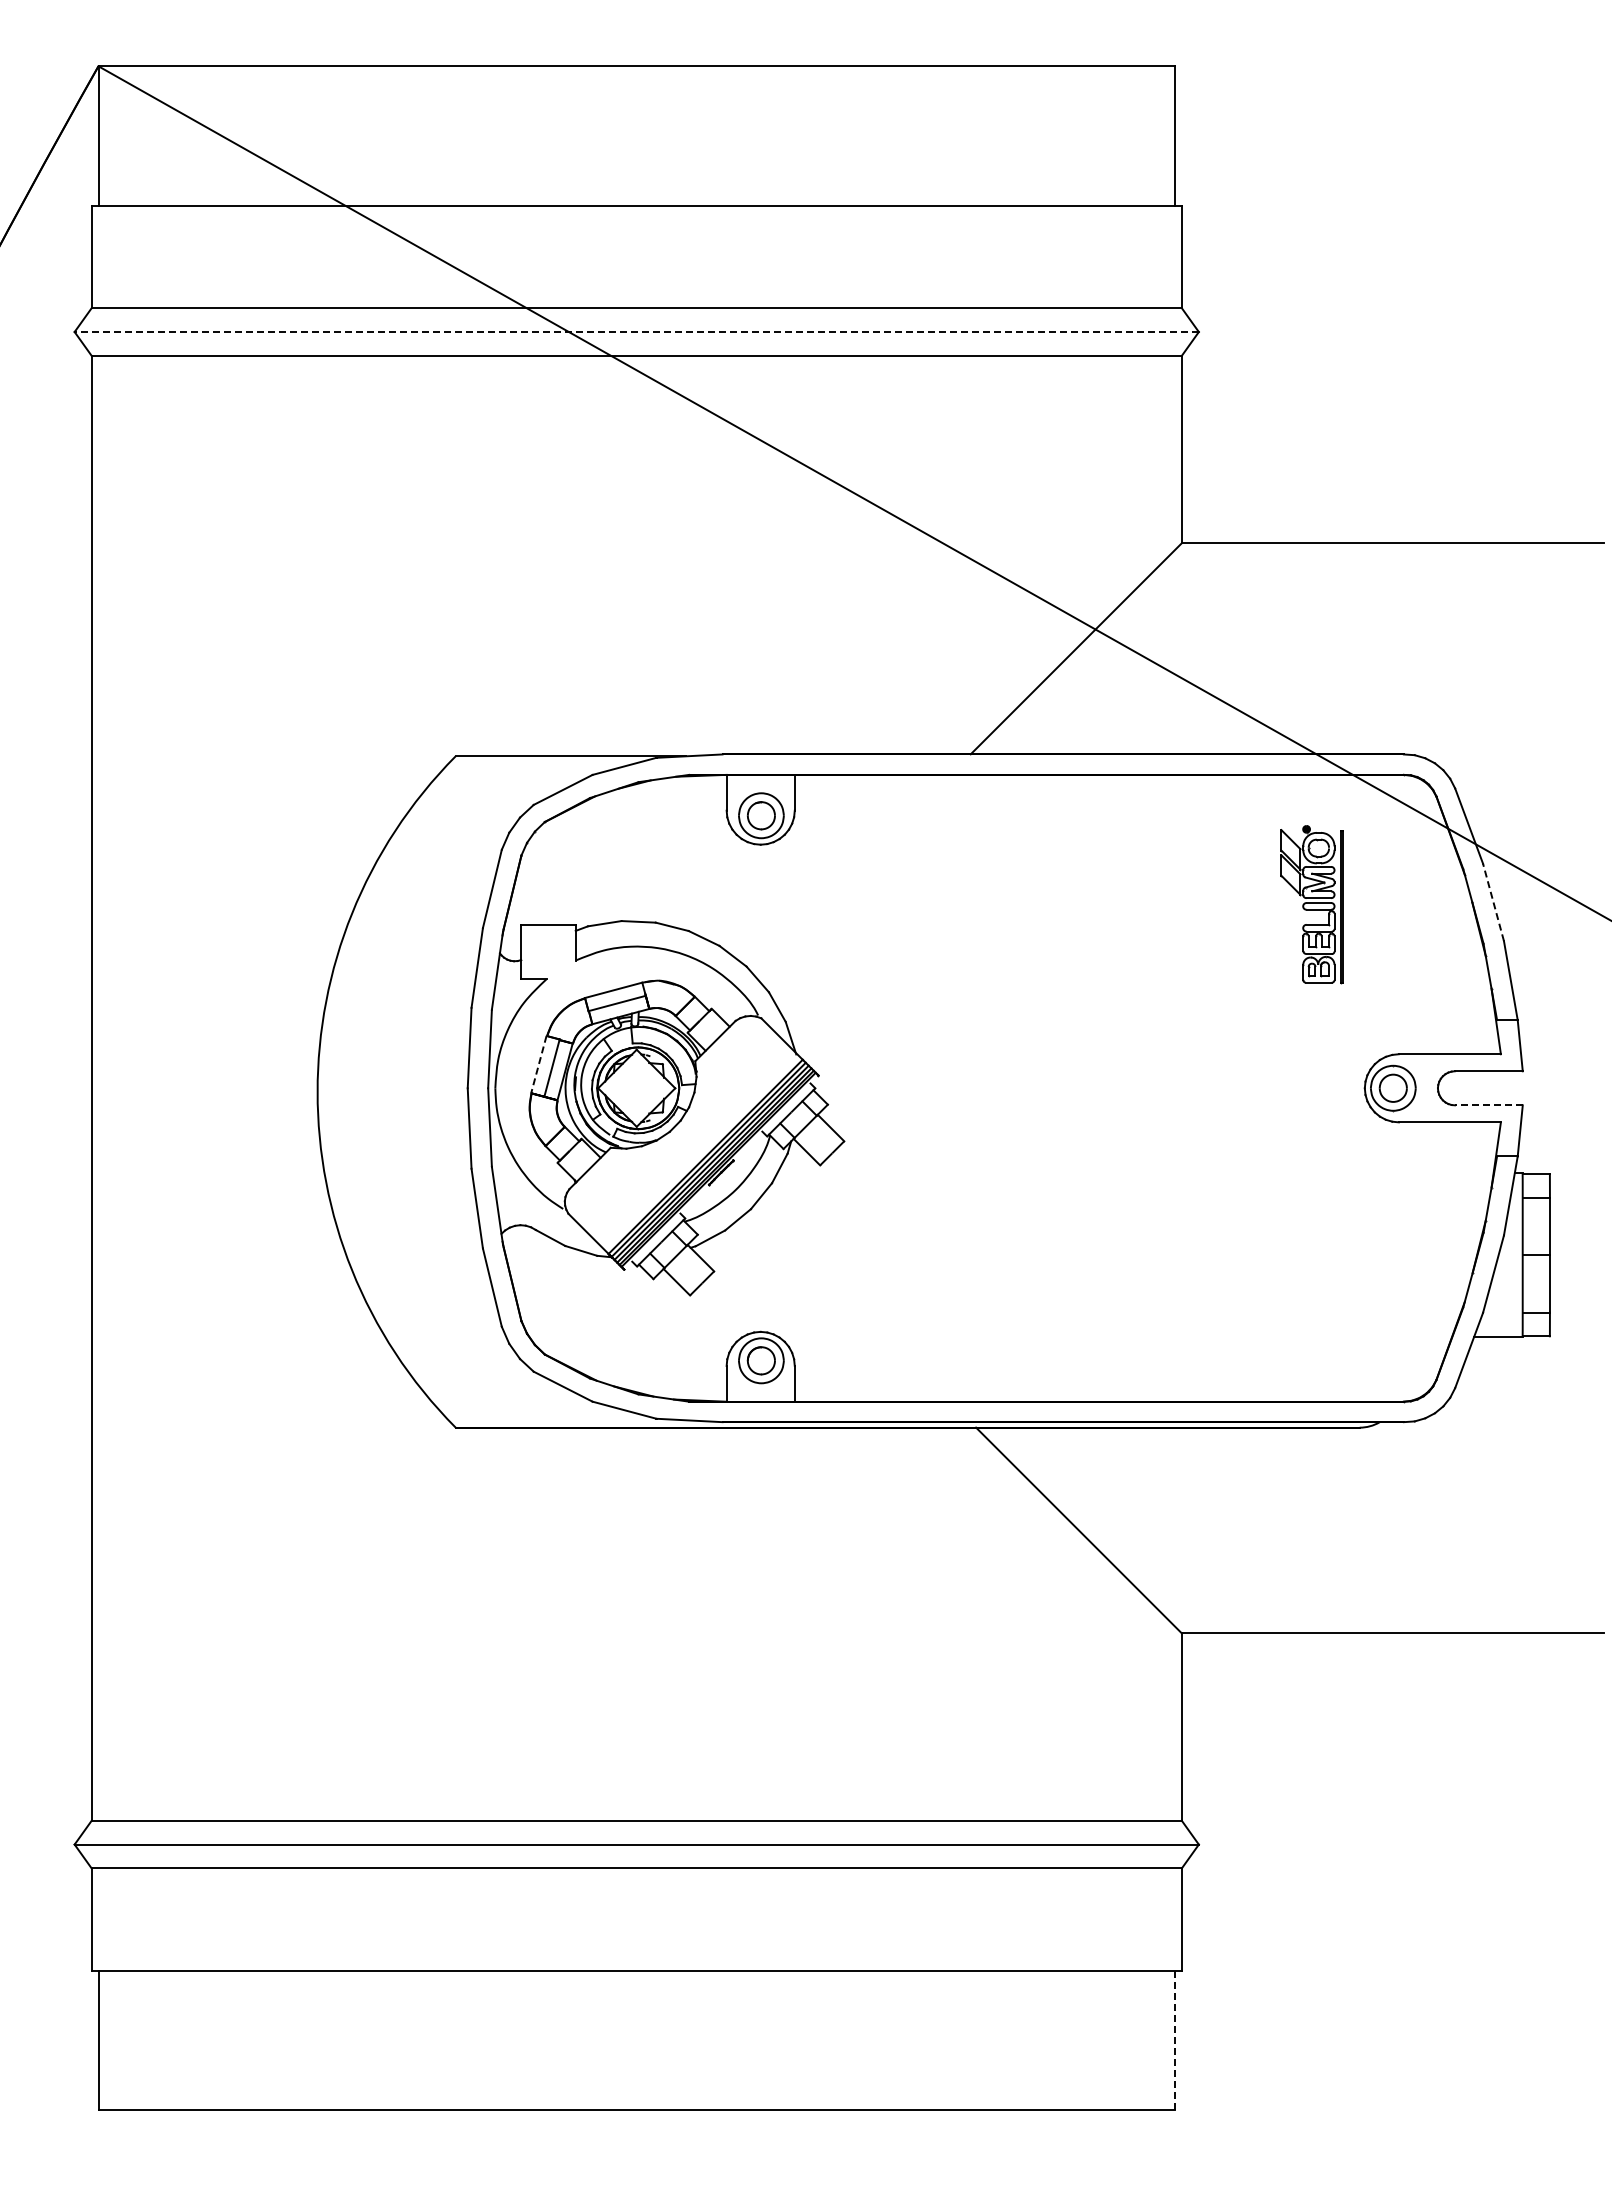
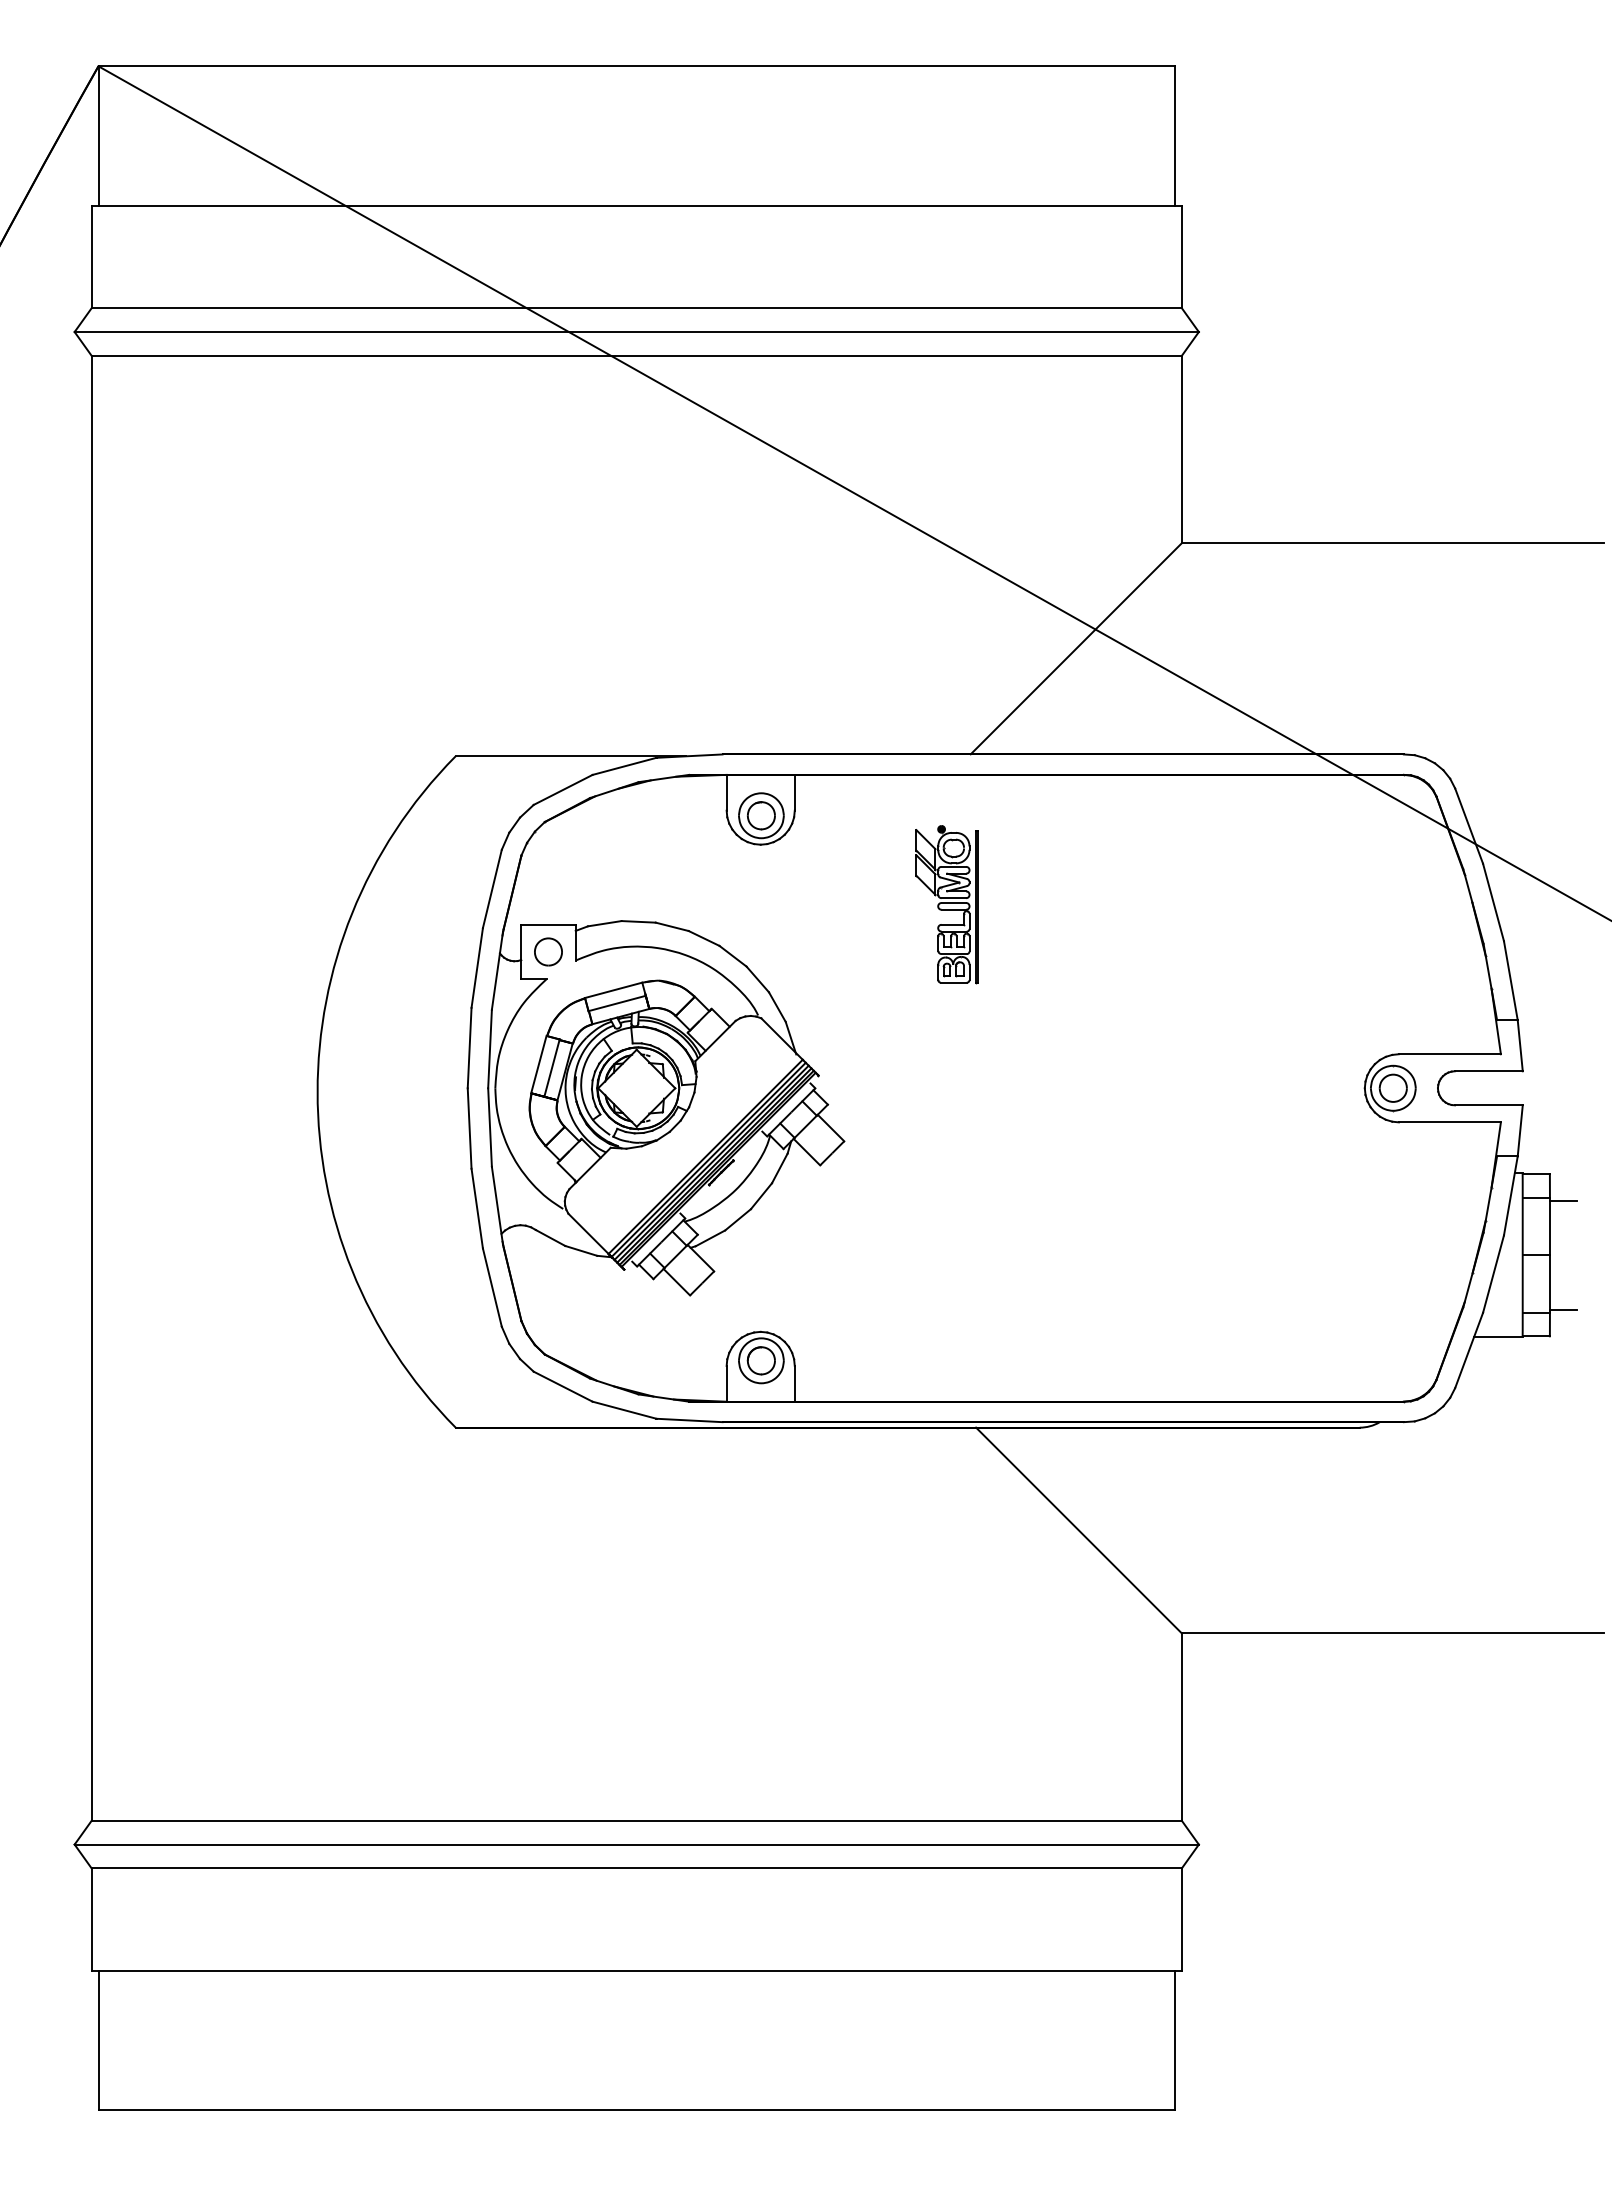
line at (636, 332): dashed -> solid
line at (1493, 901): dashed -> solid
part at (1311, 904) position: (1311, 904) -> (946, 904)
part at (548, 951): none -> present
line at (538, 1064): dashed -> solid
line at (1488, 1105): dashed -> solid
line at (1563, 1200): none -> present
line at (1563, 1309): none -> present
line at (1175, 2040): dashed -> solid
